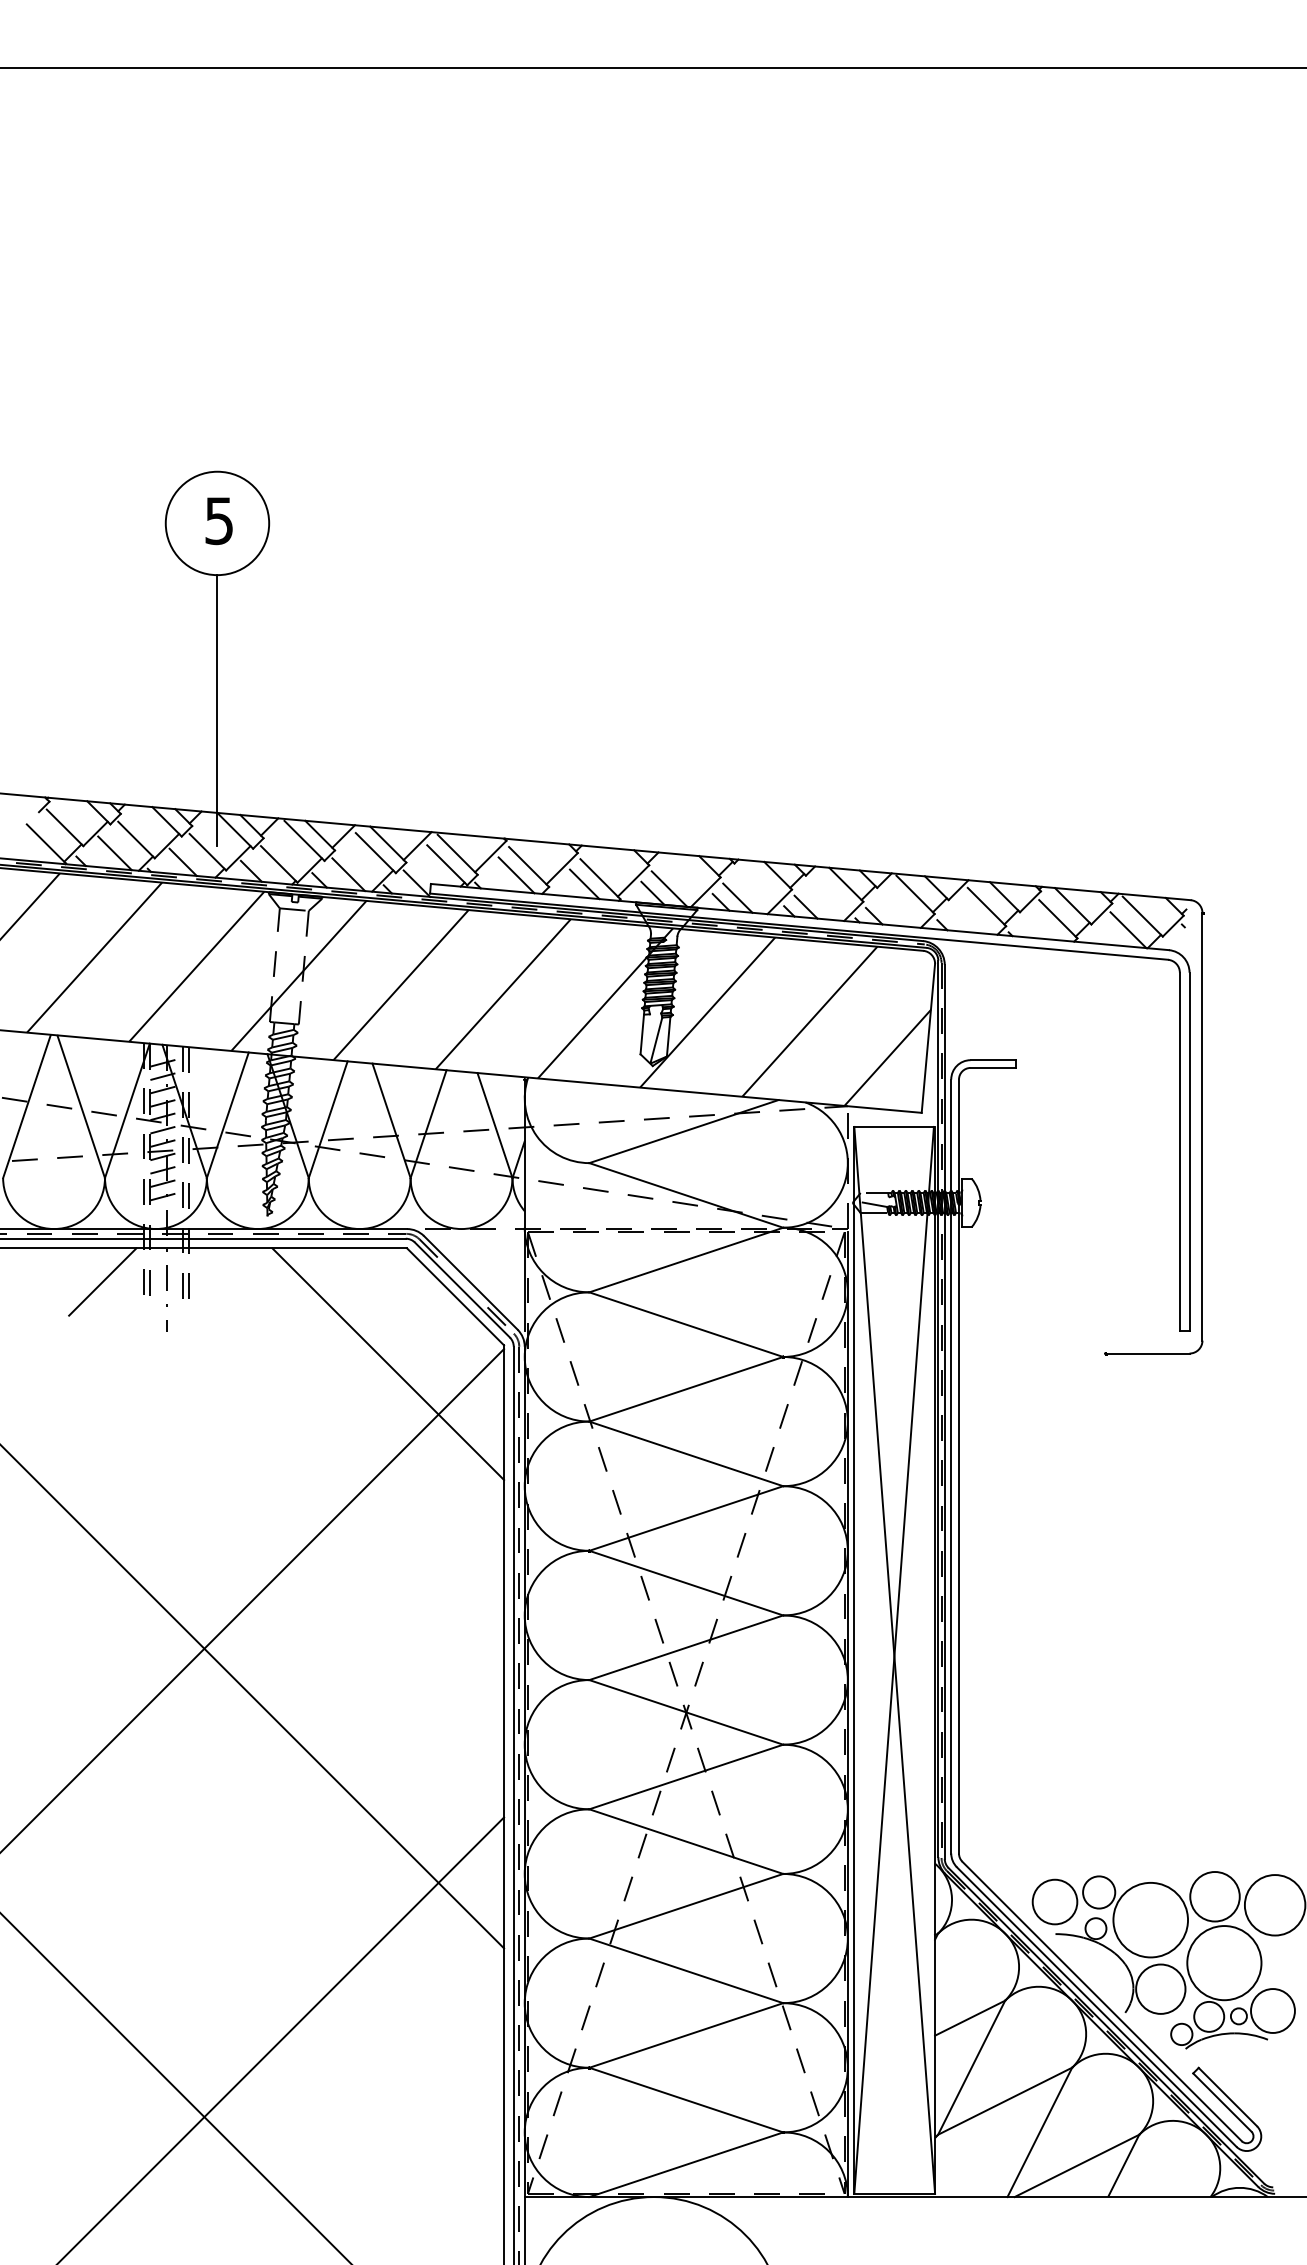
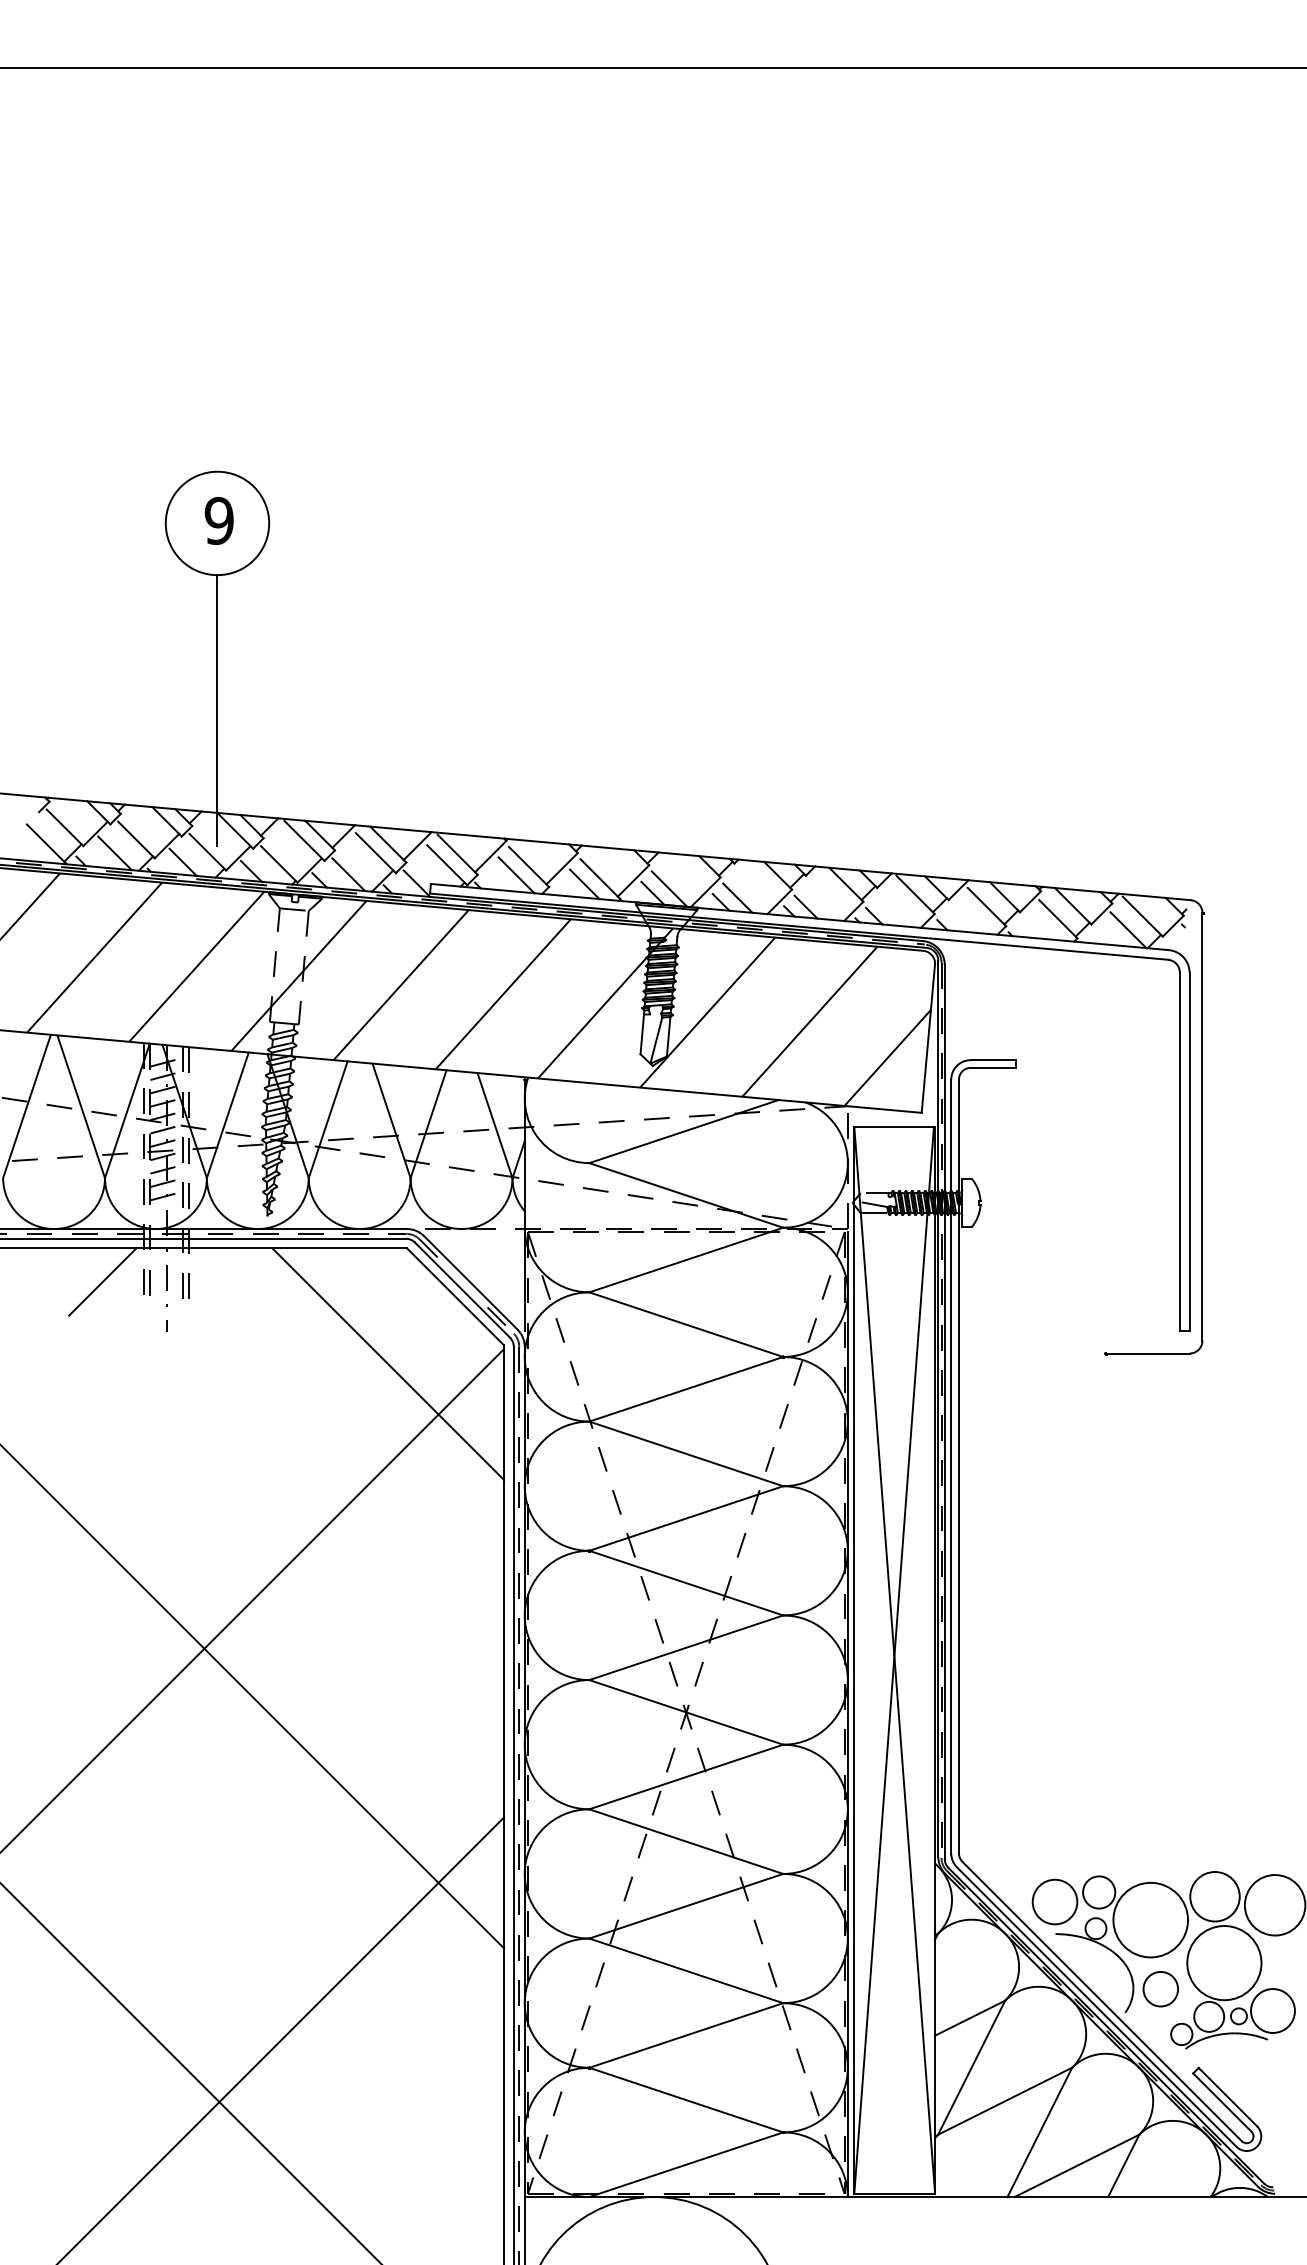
text at (218, 520): 5 -> 9
circle at (1160, 1988) diameter: 49 px -> 35 px
line at (175, 2087) position: (175, 2087) -> (190, 2072)
